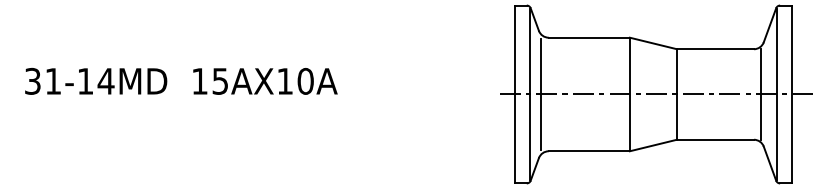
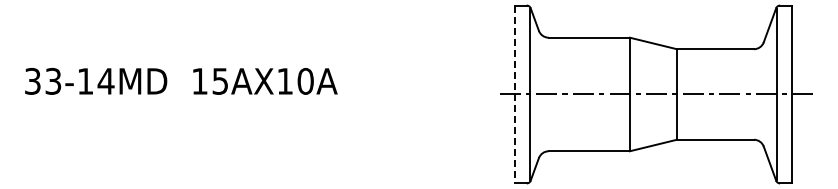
text at (53, 80): 31-14MD -> 33-14MD
line at (514, 94): solid -> dashed
line at (541, 94): present -> none
line at (761, 94): present -> none
